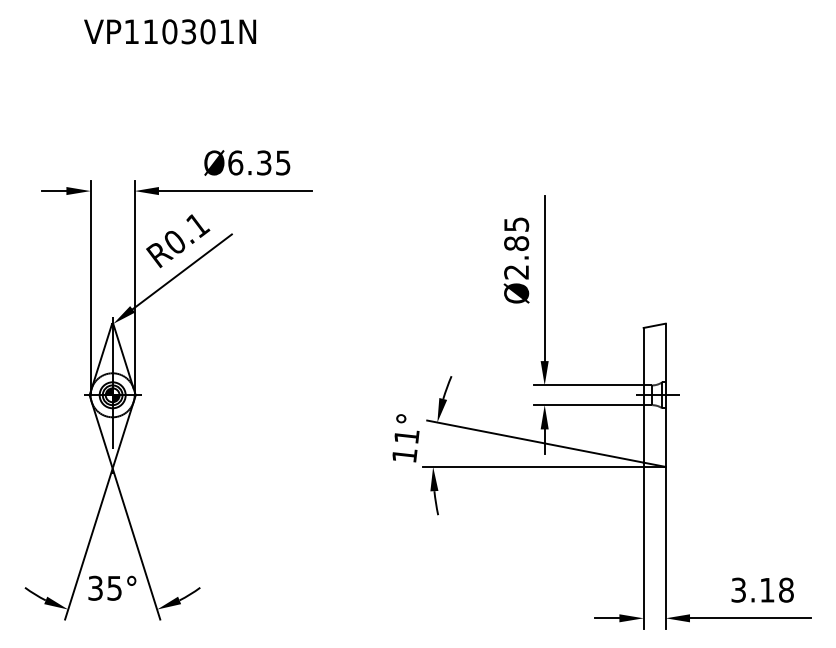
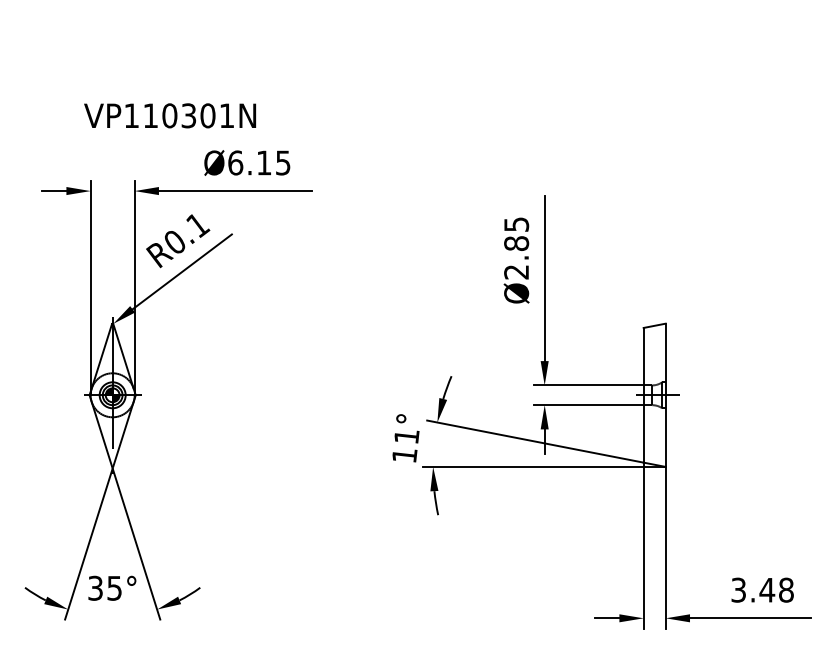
text at (170, 31) position: (170, 31) -> (170, 115)
text at (264, 162): Ø6.35 -> Ø6.15
text at (767, 590): 3.18 -> 3.48
